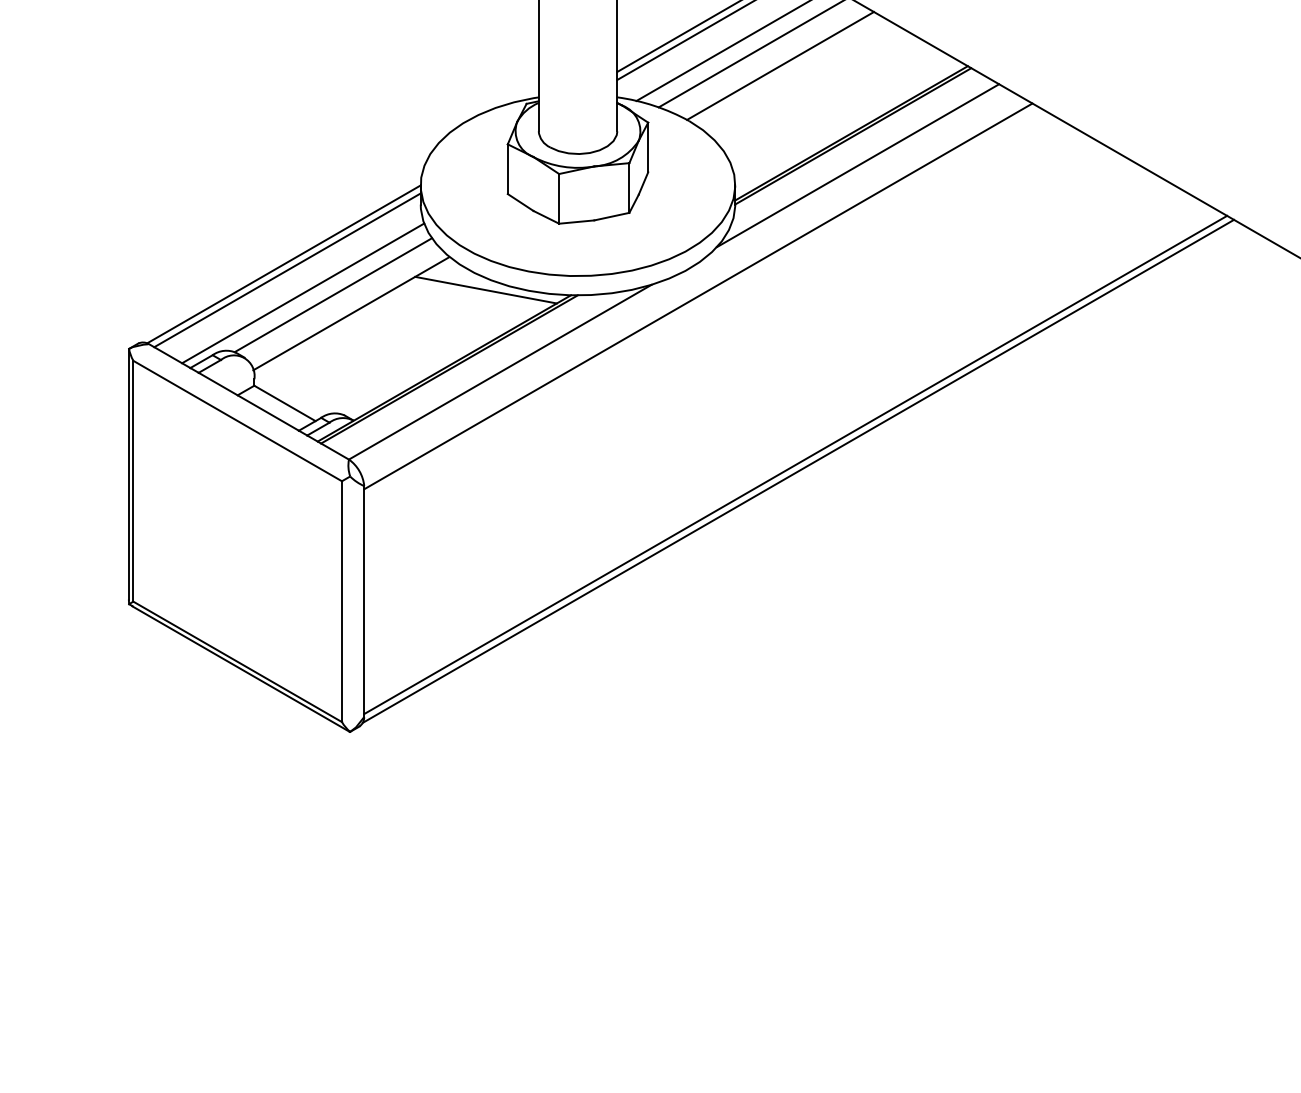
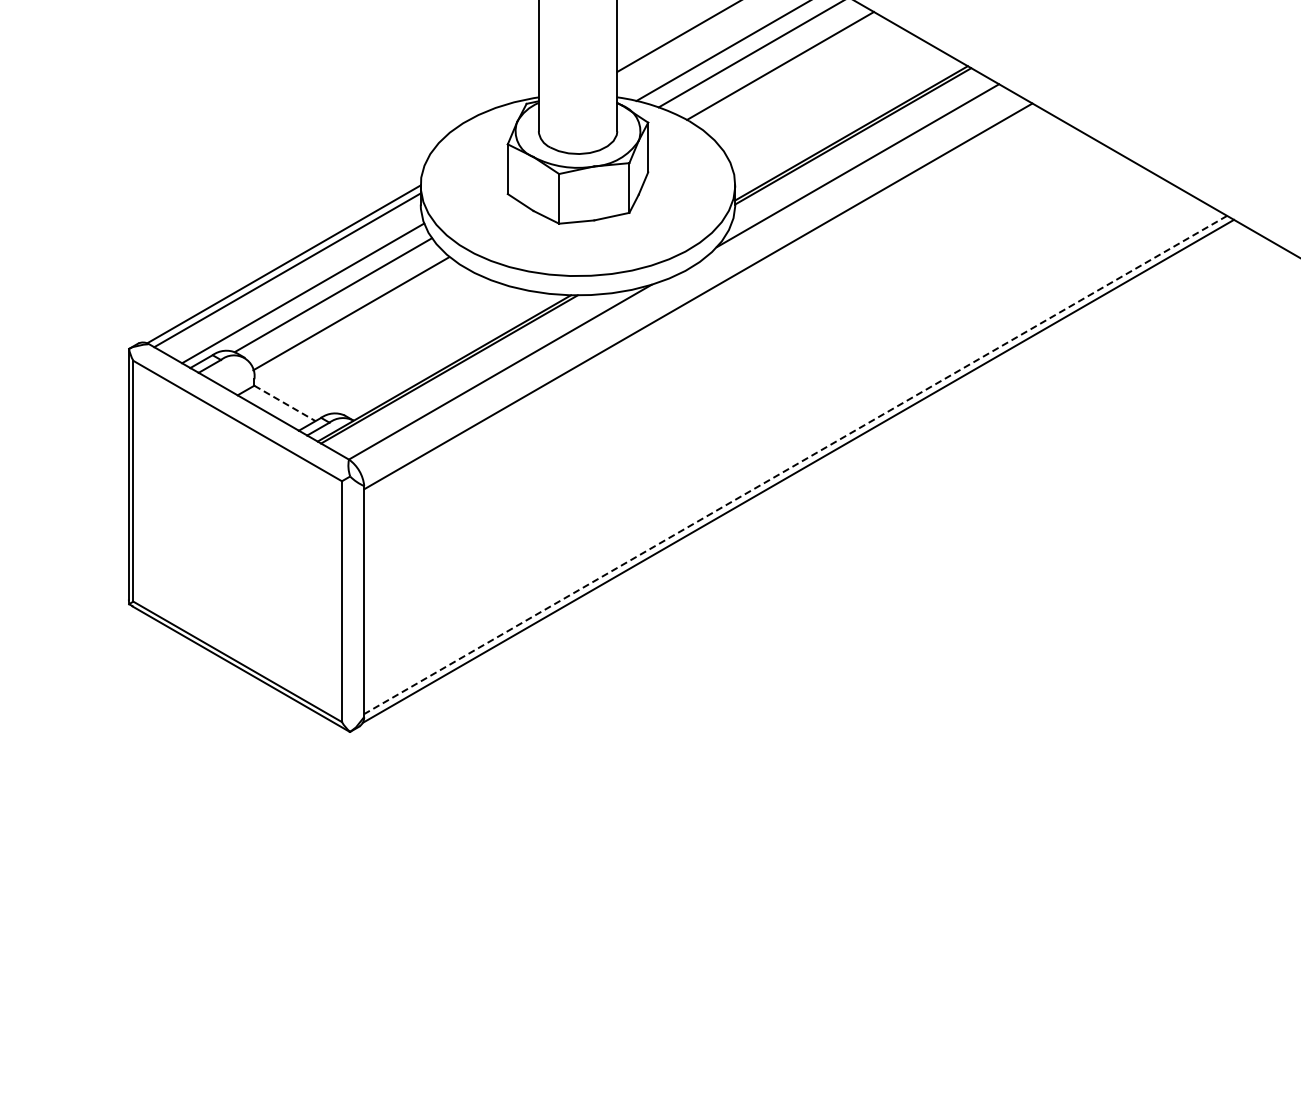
line at (684, 40): present -> none
line at (485, 289): present -> none
line at (285, 403): solid -> dashed
line at (795, 465): solid -> dashed
